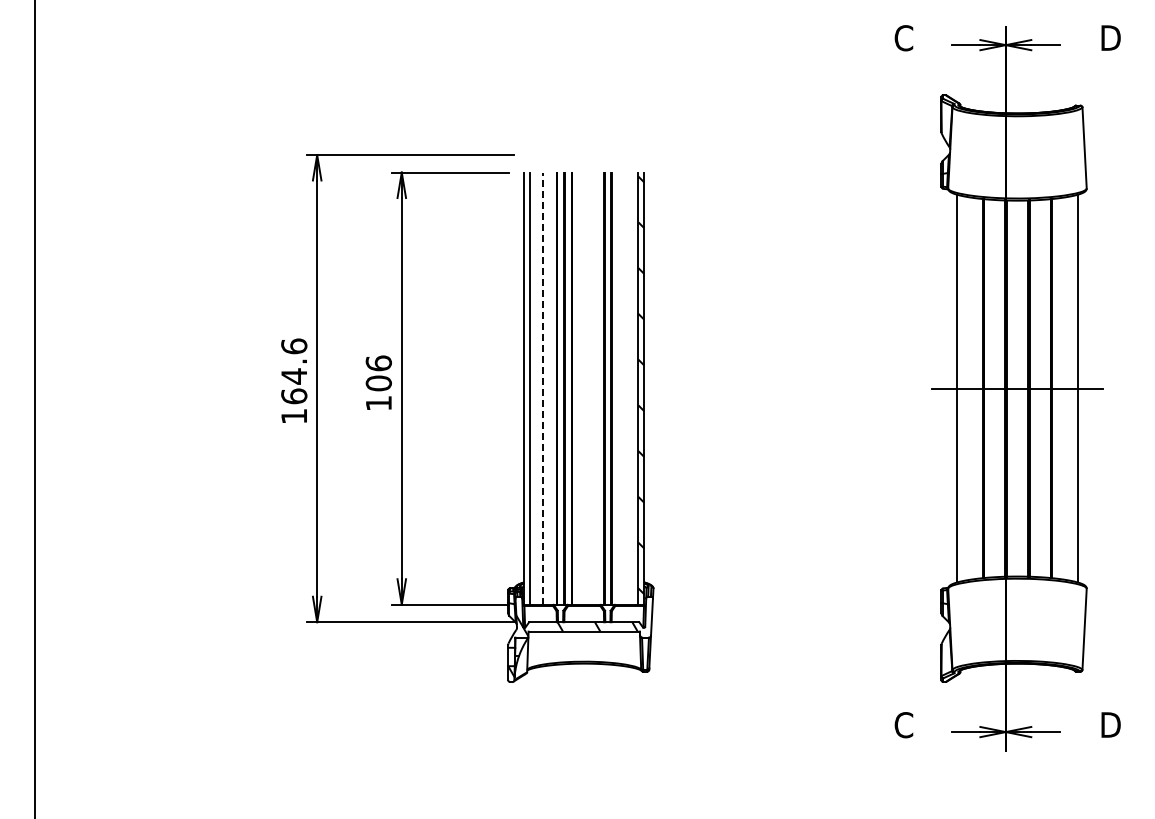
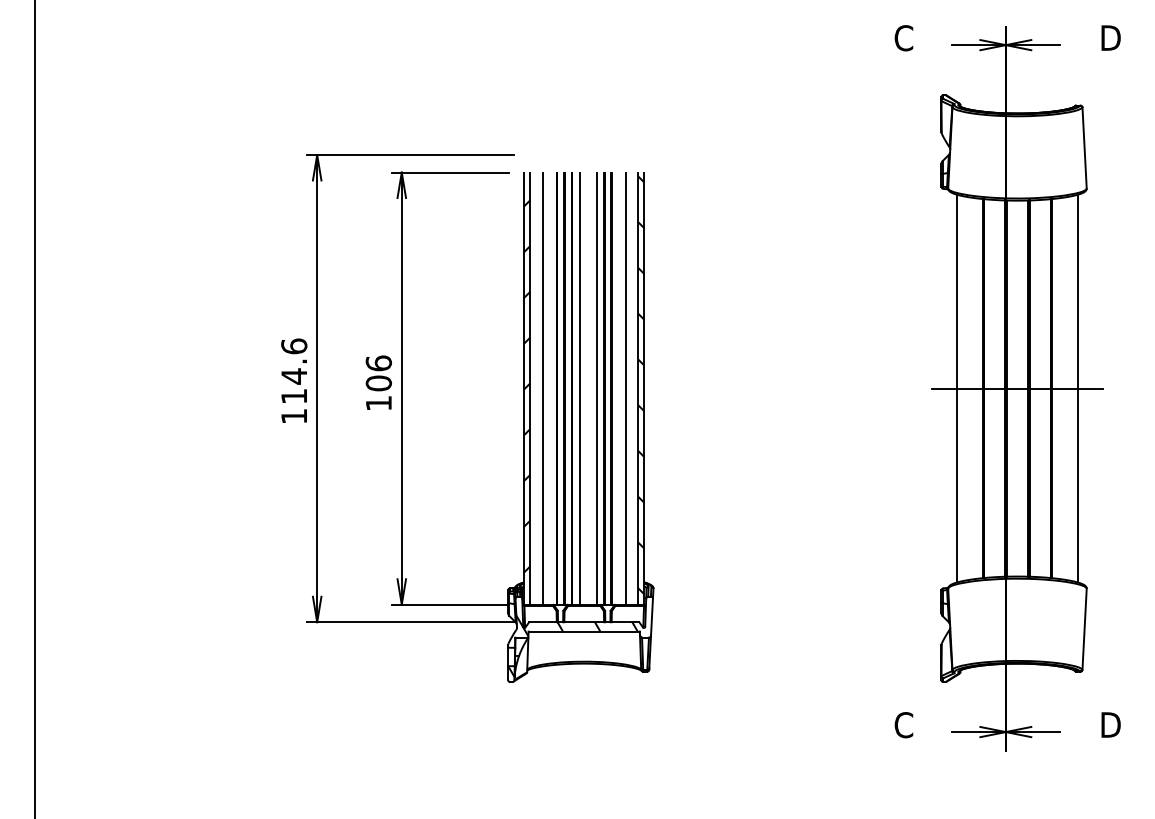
hatch at (527, 386): none -> present
line at (542, 388): dashed -> solid
line at (580, 388): none -> present
line at (597, 388): none -> present
line at (625, 388): none -> present
text at (294, 396): 164.6 -> 114.6
